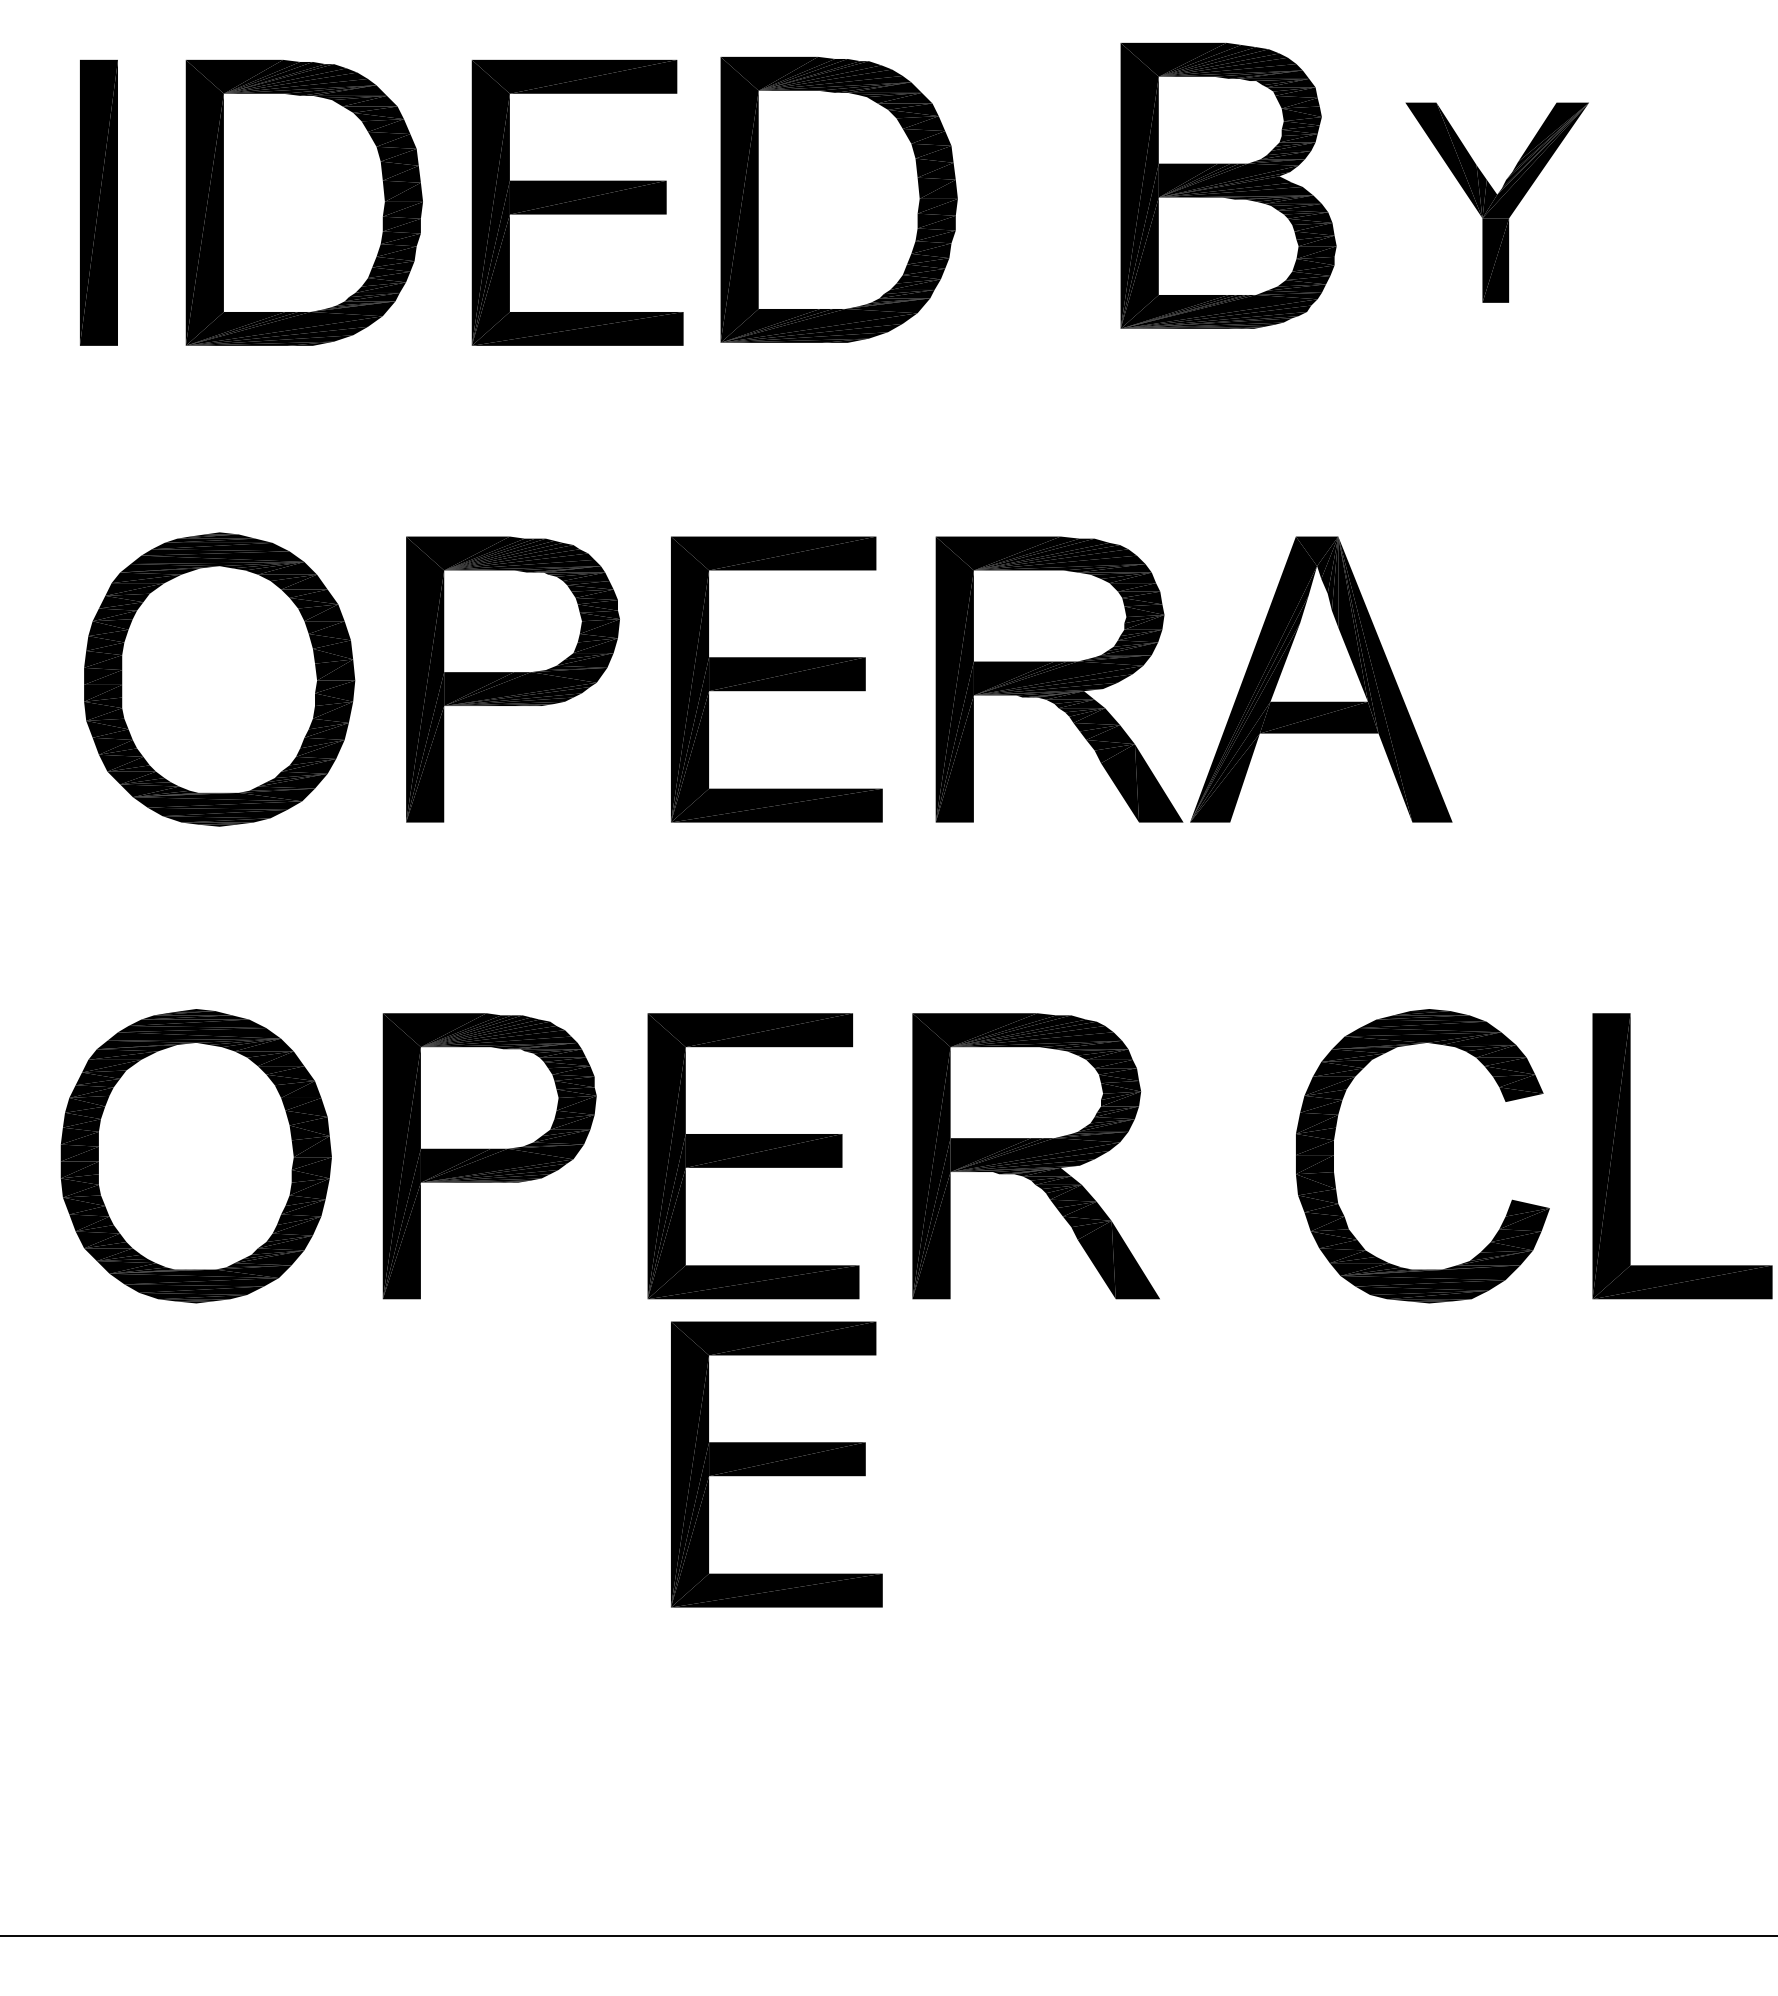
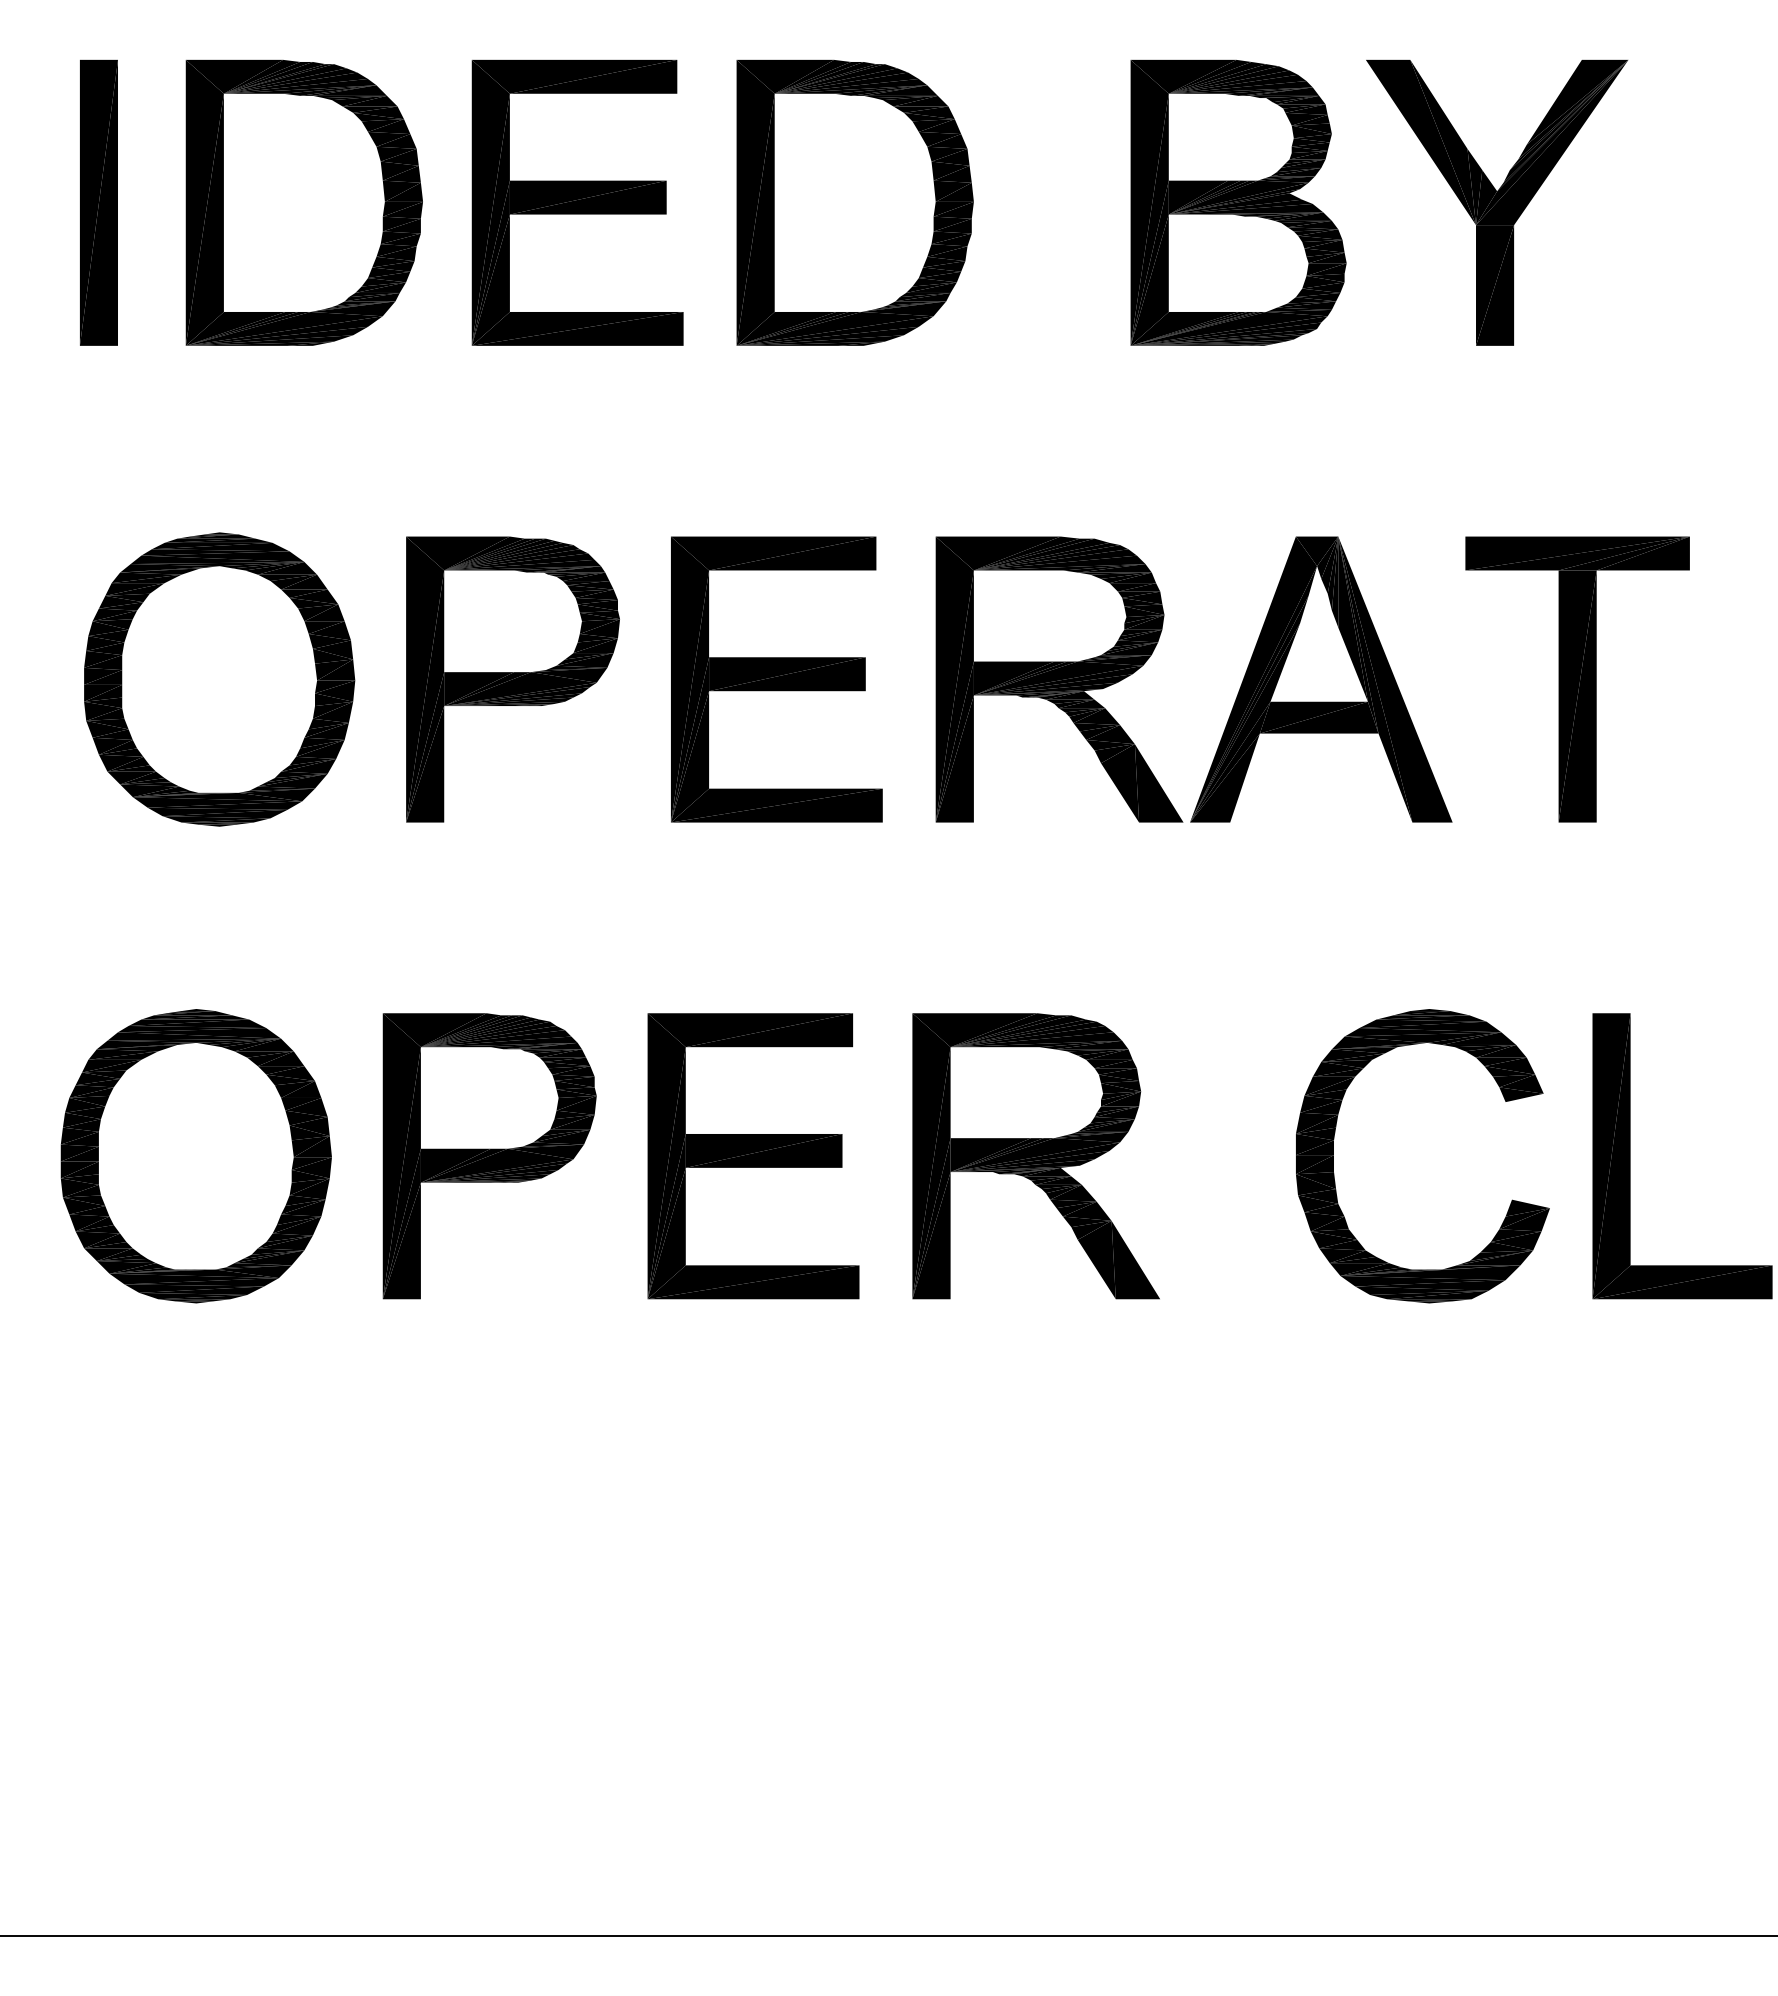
part at (1228, 185) position: (1228, 185) -> (1238, 202)
part at (838, 199) position: (838, 199) -> (854, 202)
part at (1496, 202) size: 184x201 px -> 263x287 px
part at (1577, 679): none -> present
part at (776, 1464): present -> none
